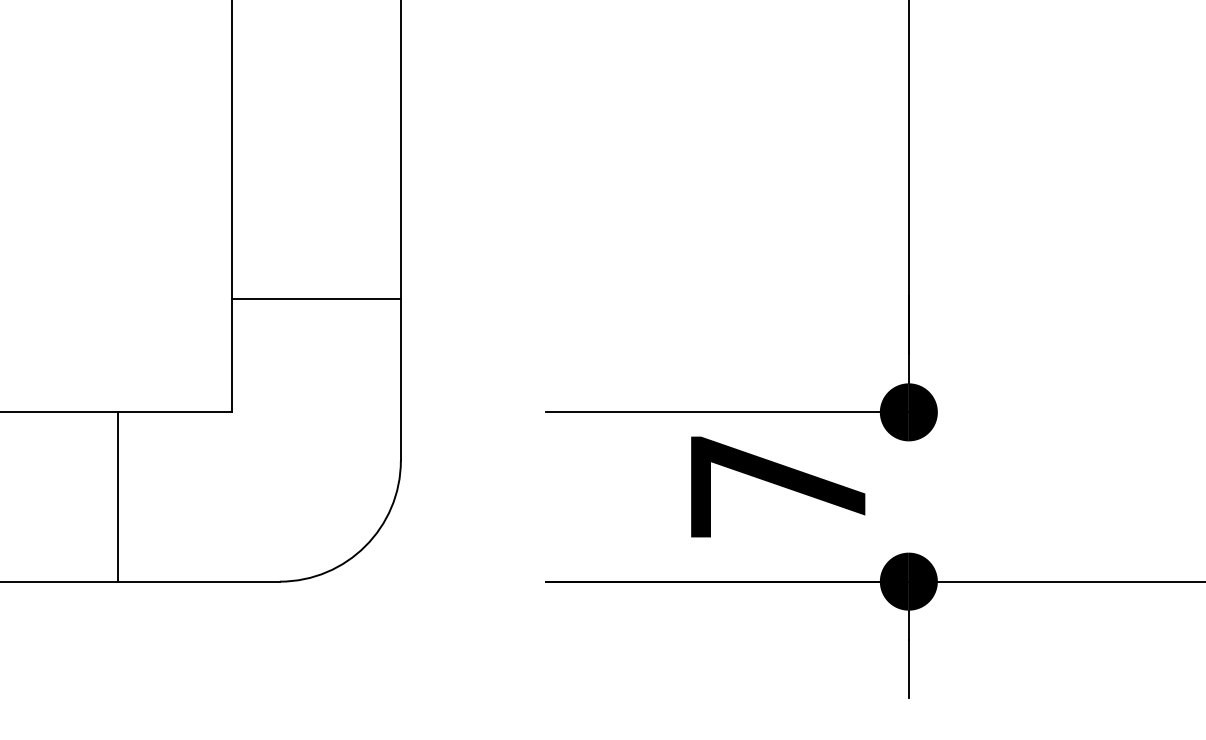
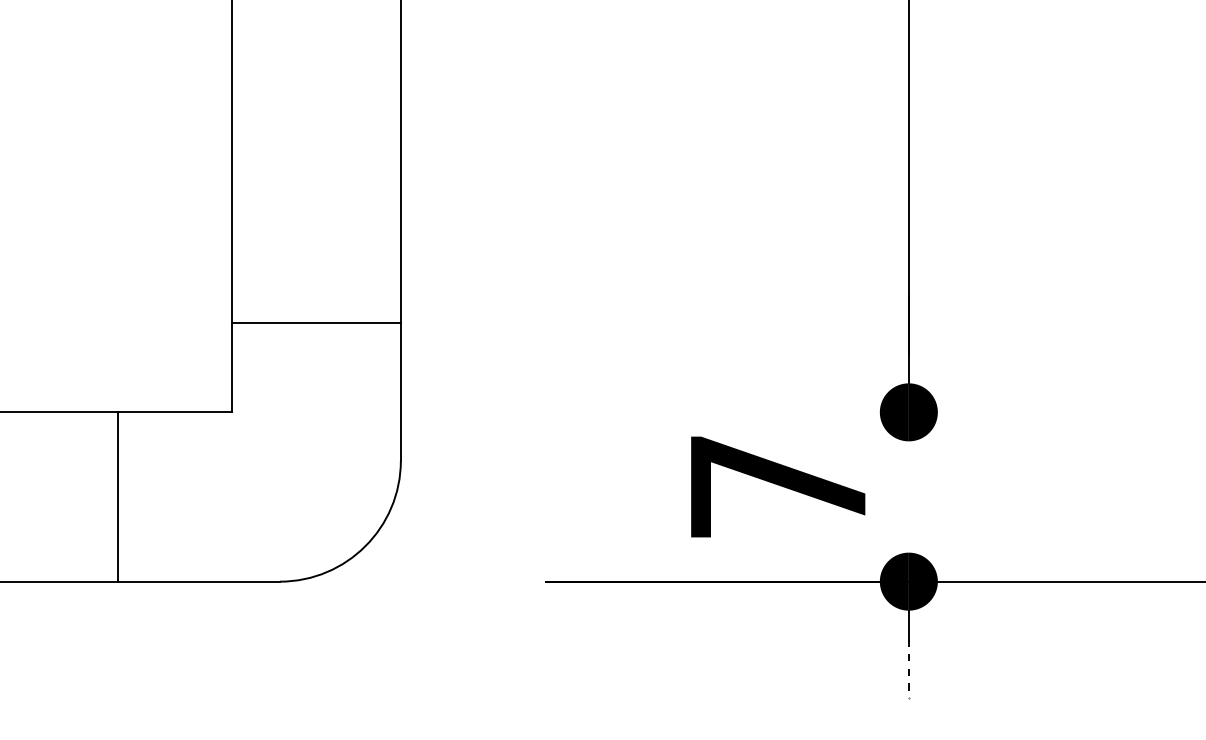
line at (315, 299) position: (315, 299) -> (315, 323)
line at (727, 412): present -> none
line at (908, 669): solid -> dashed
